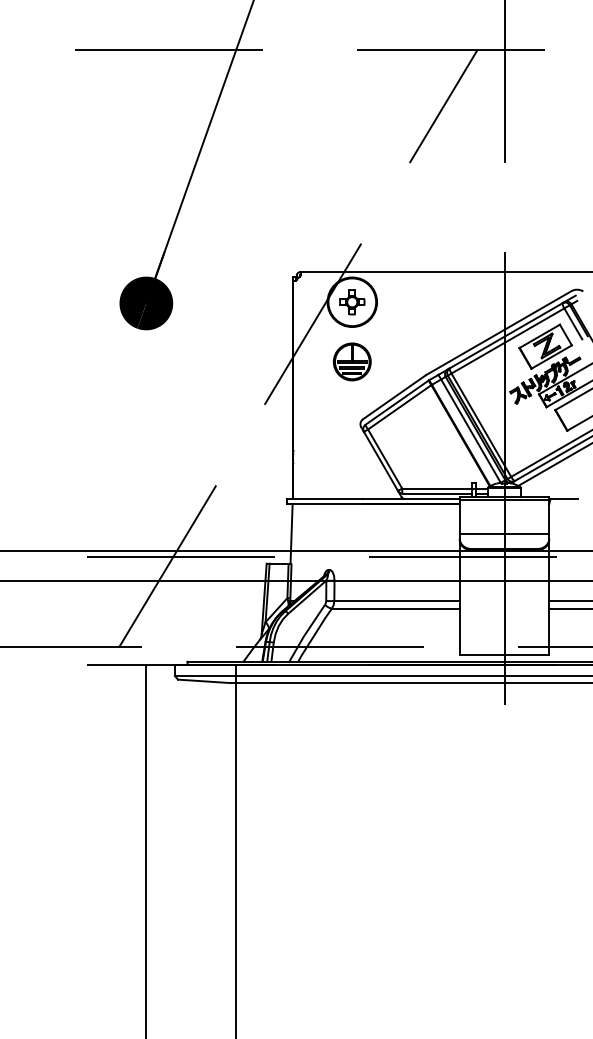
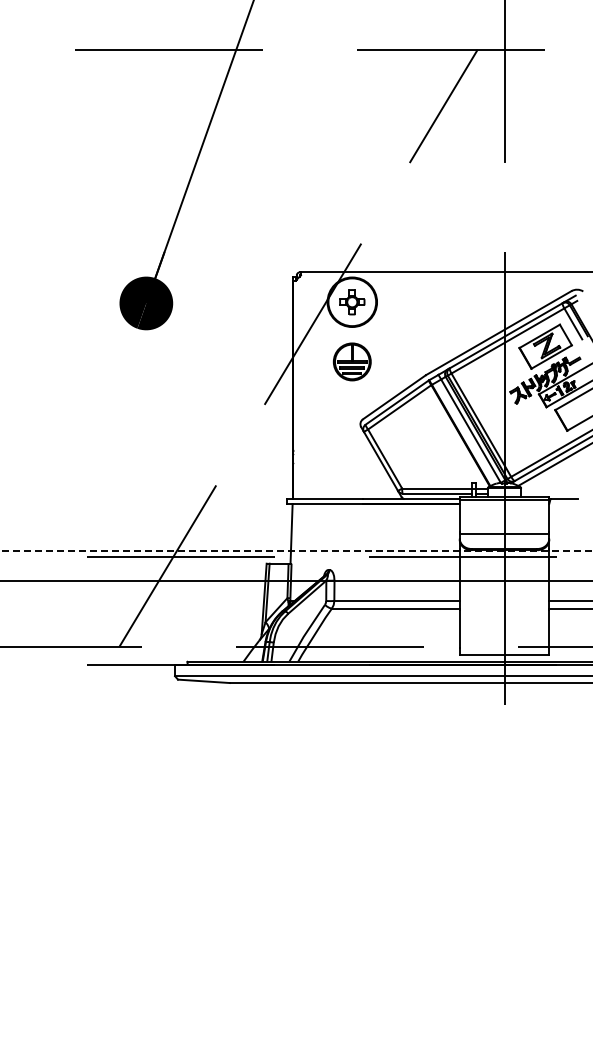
line at (296, 551): solid -> dashed
line at (146, 849): present -> none
line at (235, 849): present -> none
